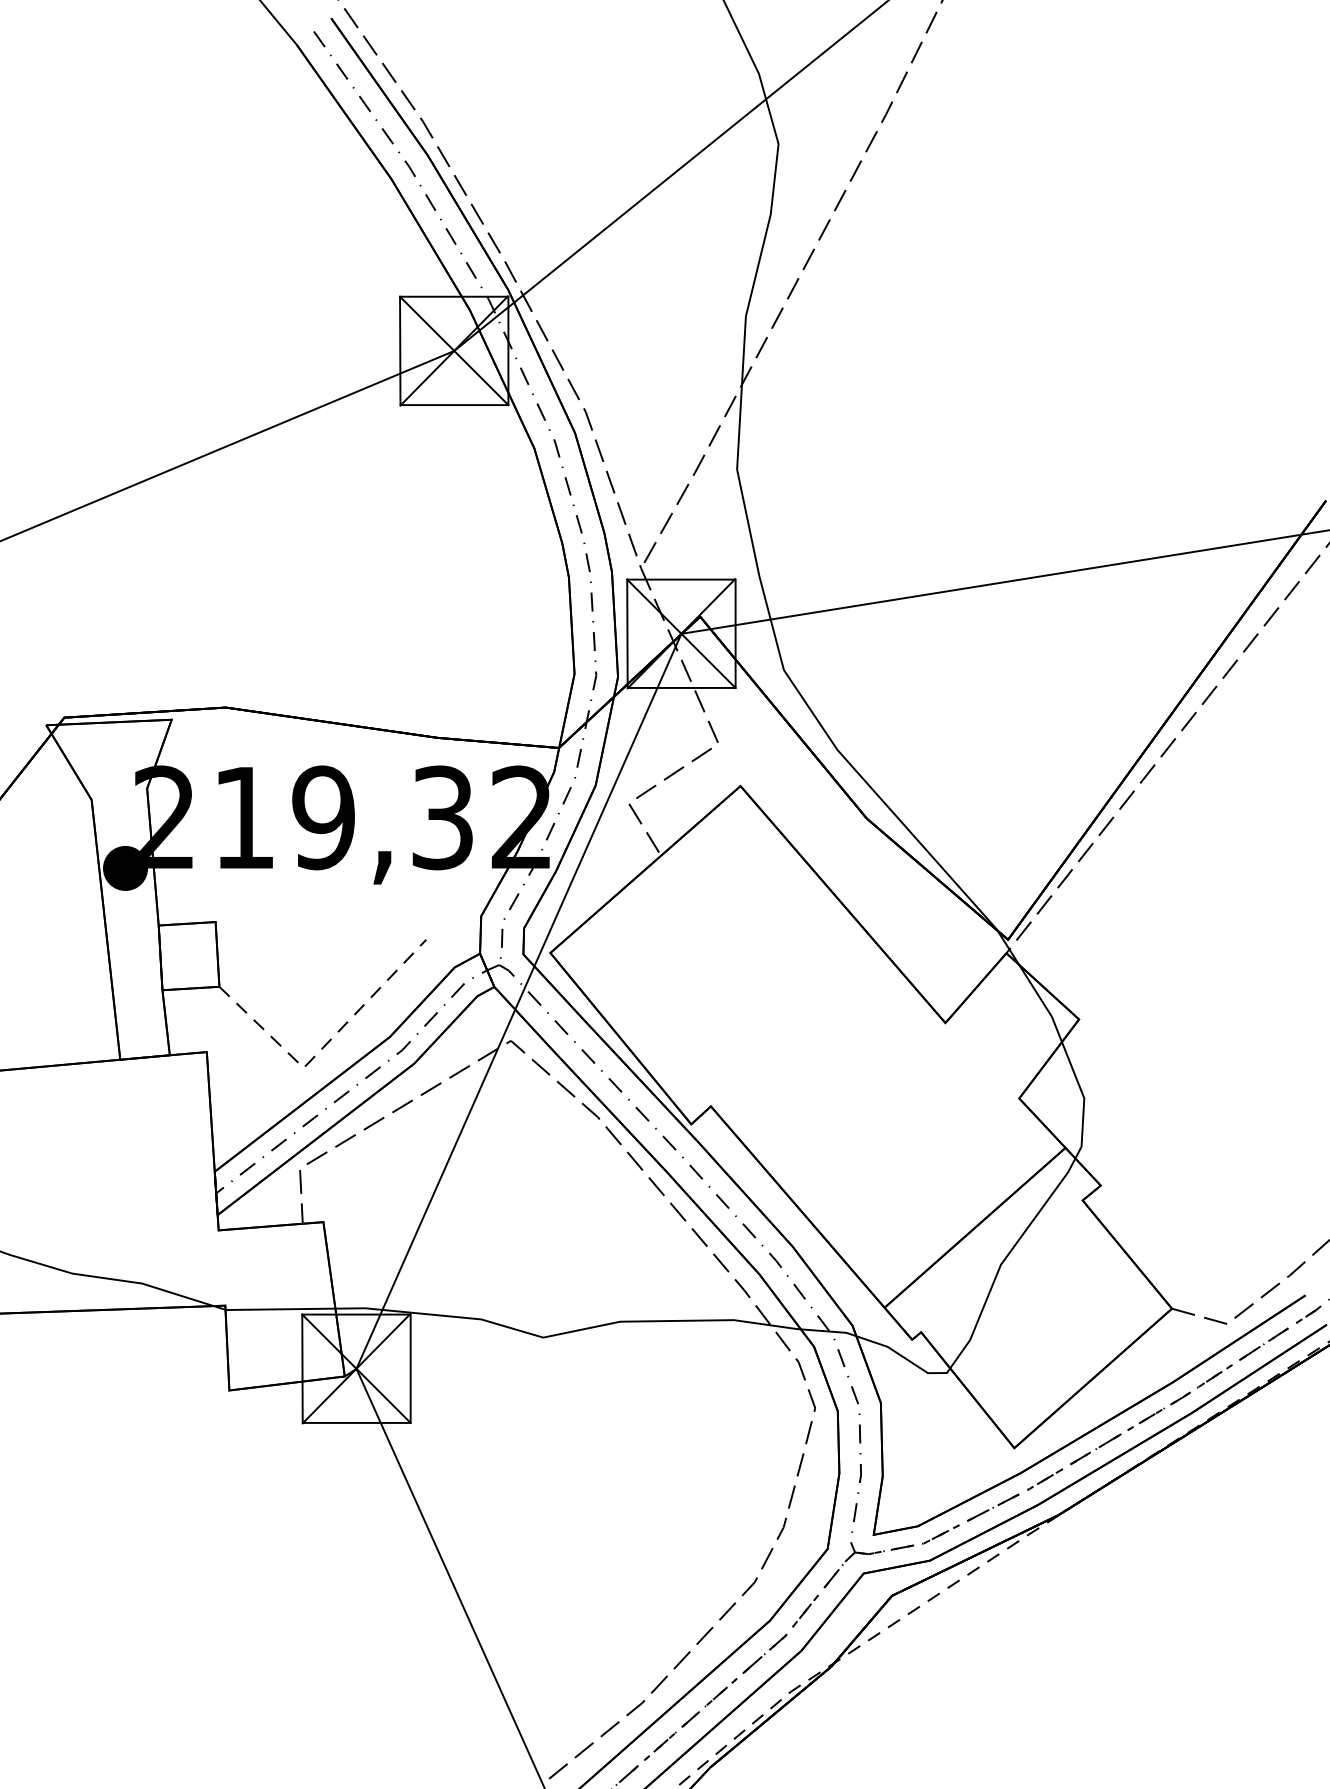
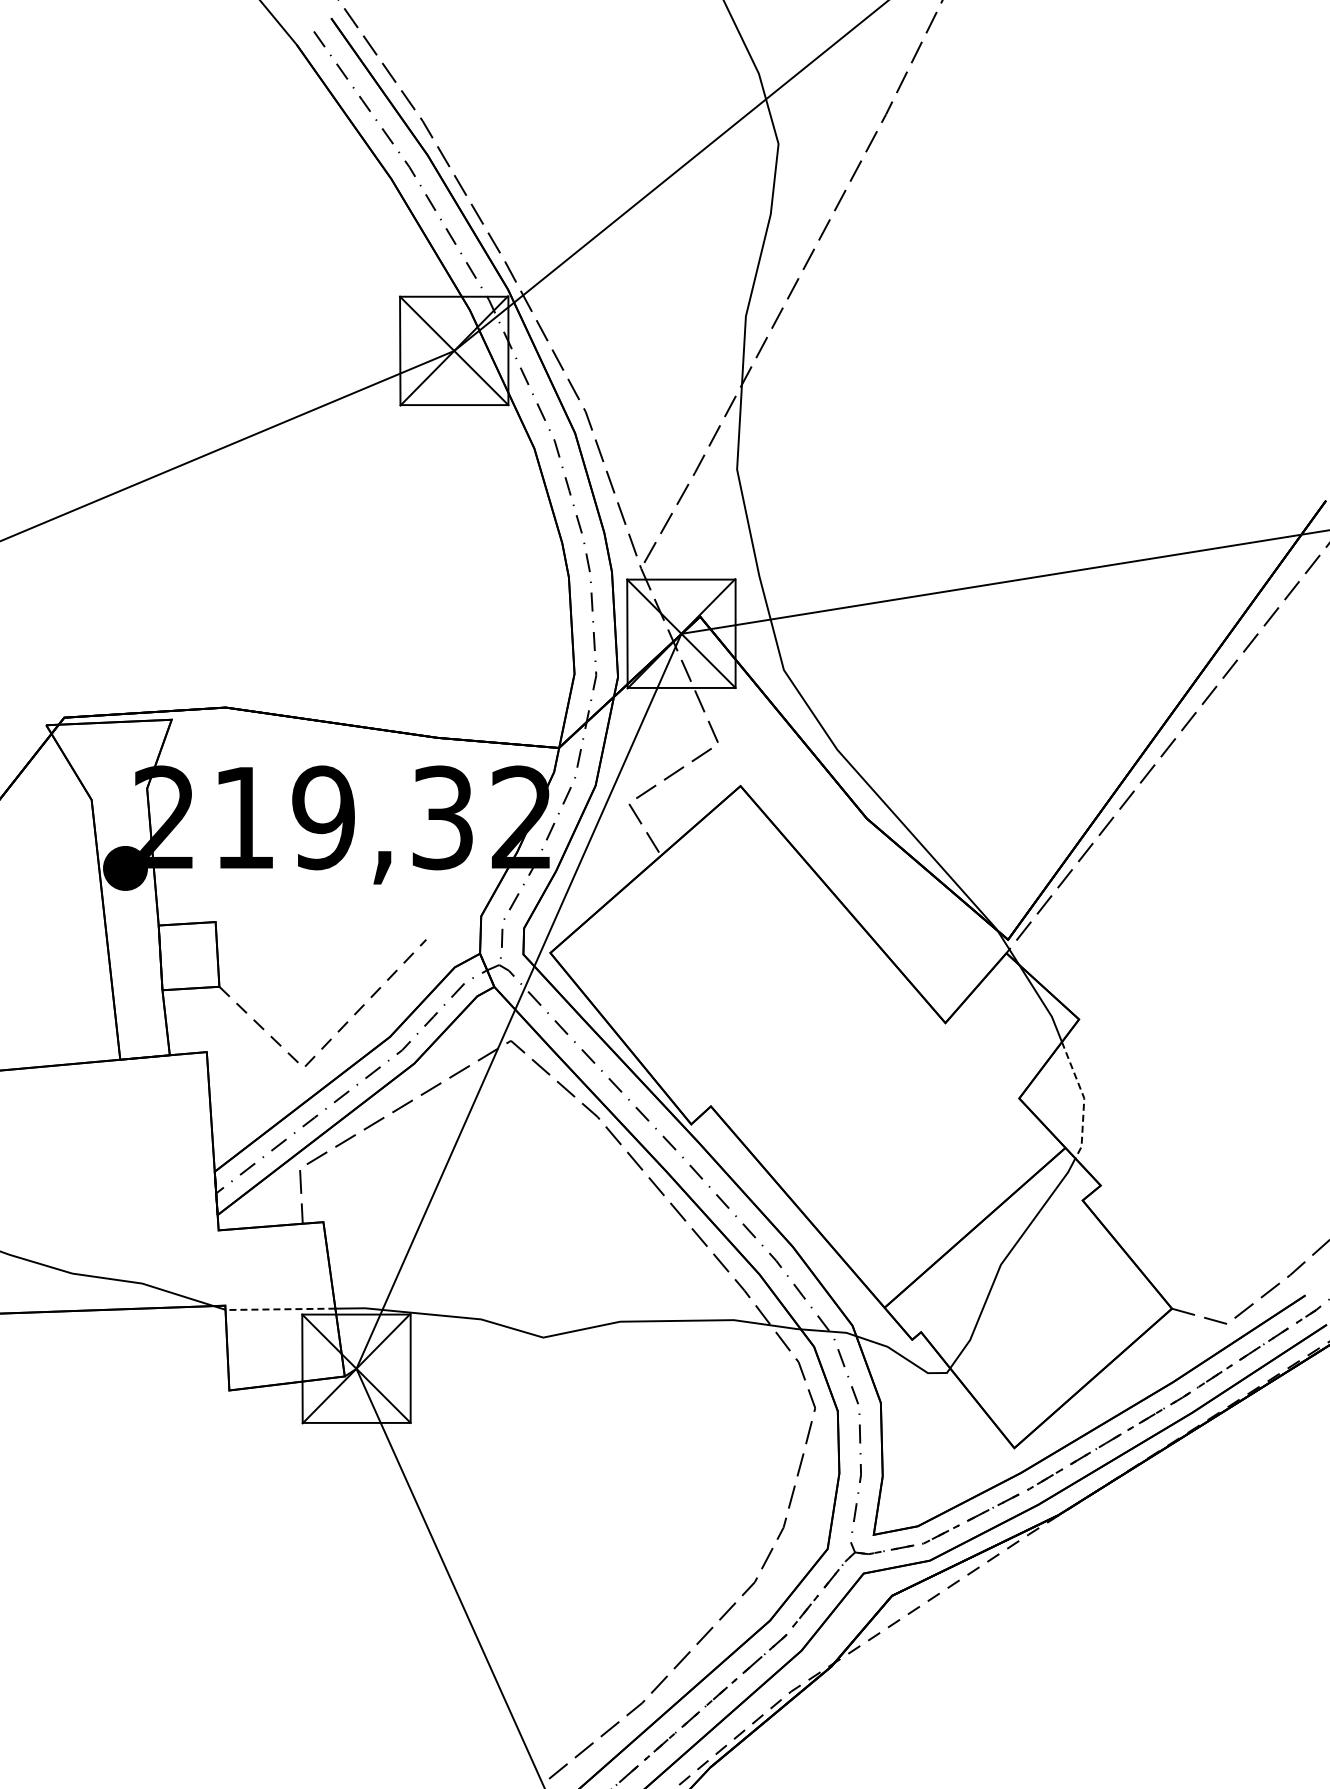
line at (1084, 1099): solid -> dashed
line at (279, 1309): solid -> dashed
